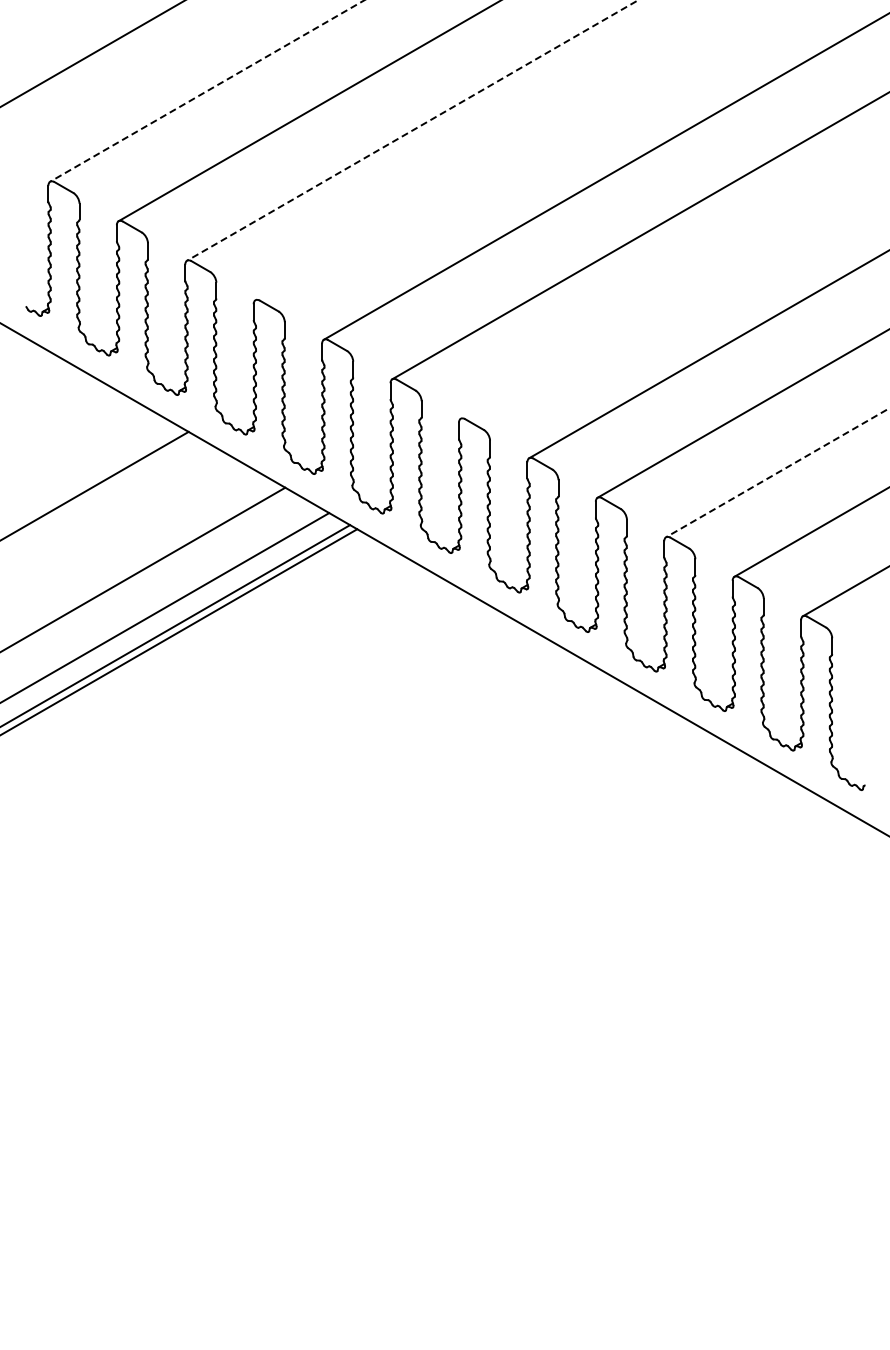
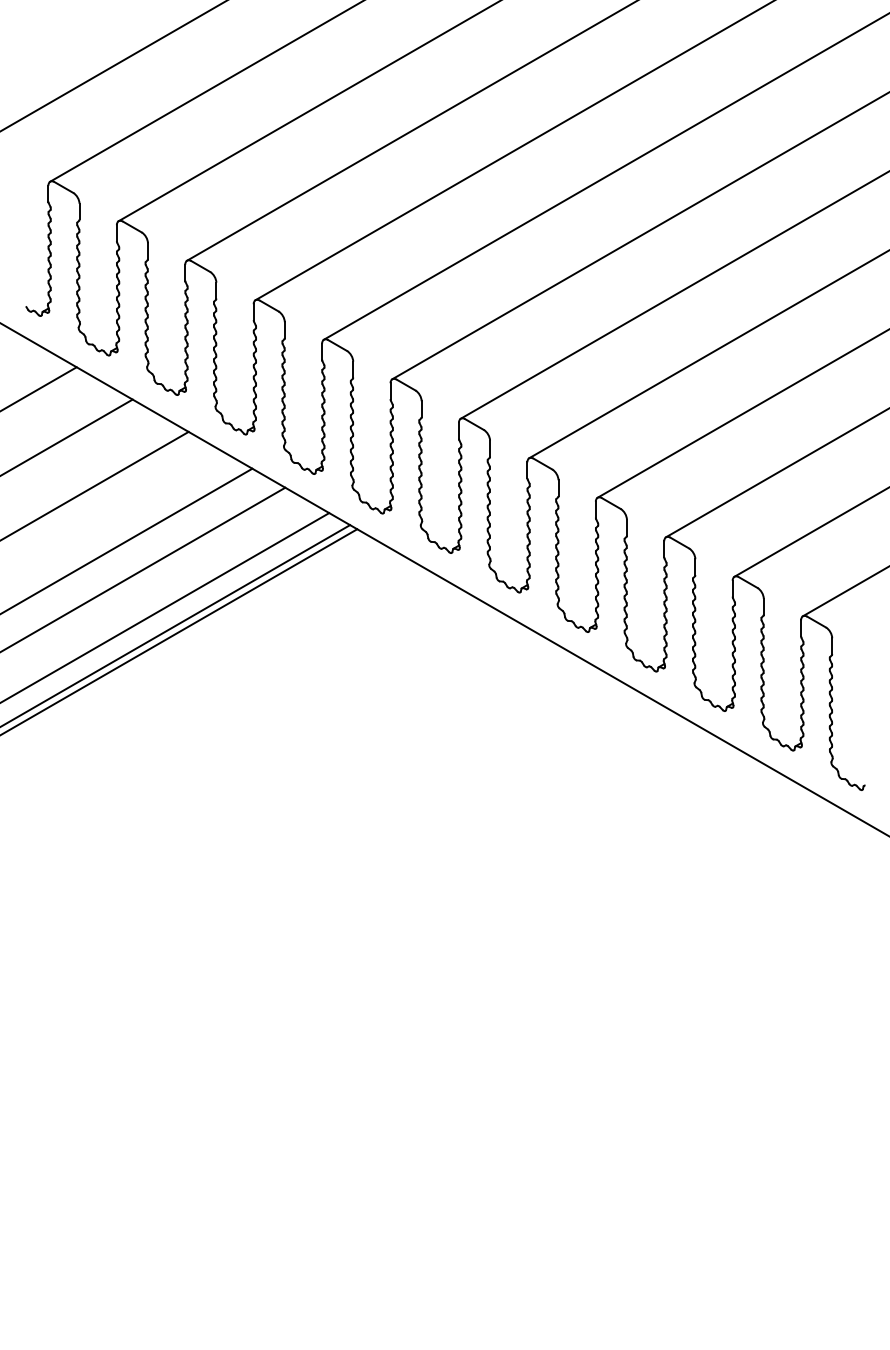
line at (92, 54) position: (92, 54) -> (113, 66)
line at (206, 91): dashed -> solid
line at (412, 130): dashed -> solid
line at (513, 151): none -> present
line at (673, 295): none -> present
line at (39, 388): none -> present
line at (67, 436): none -> present
line at (777, 472): dashed -> solid
line at (127, 540): none -> present
